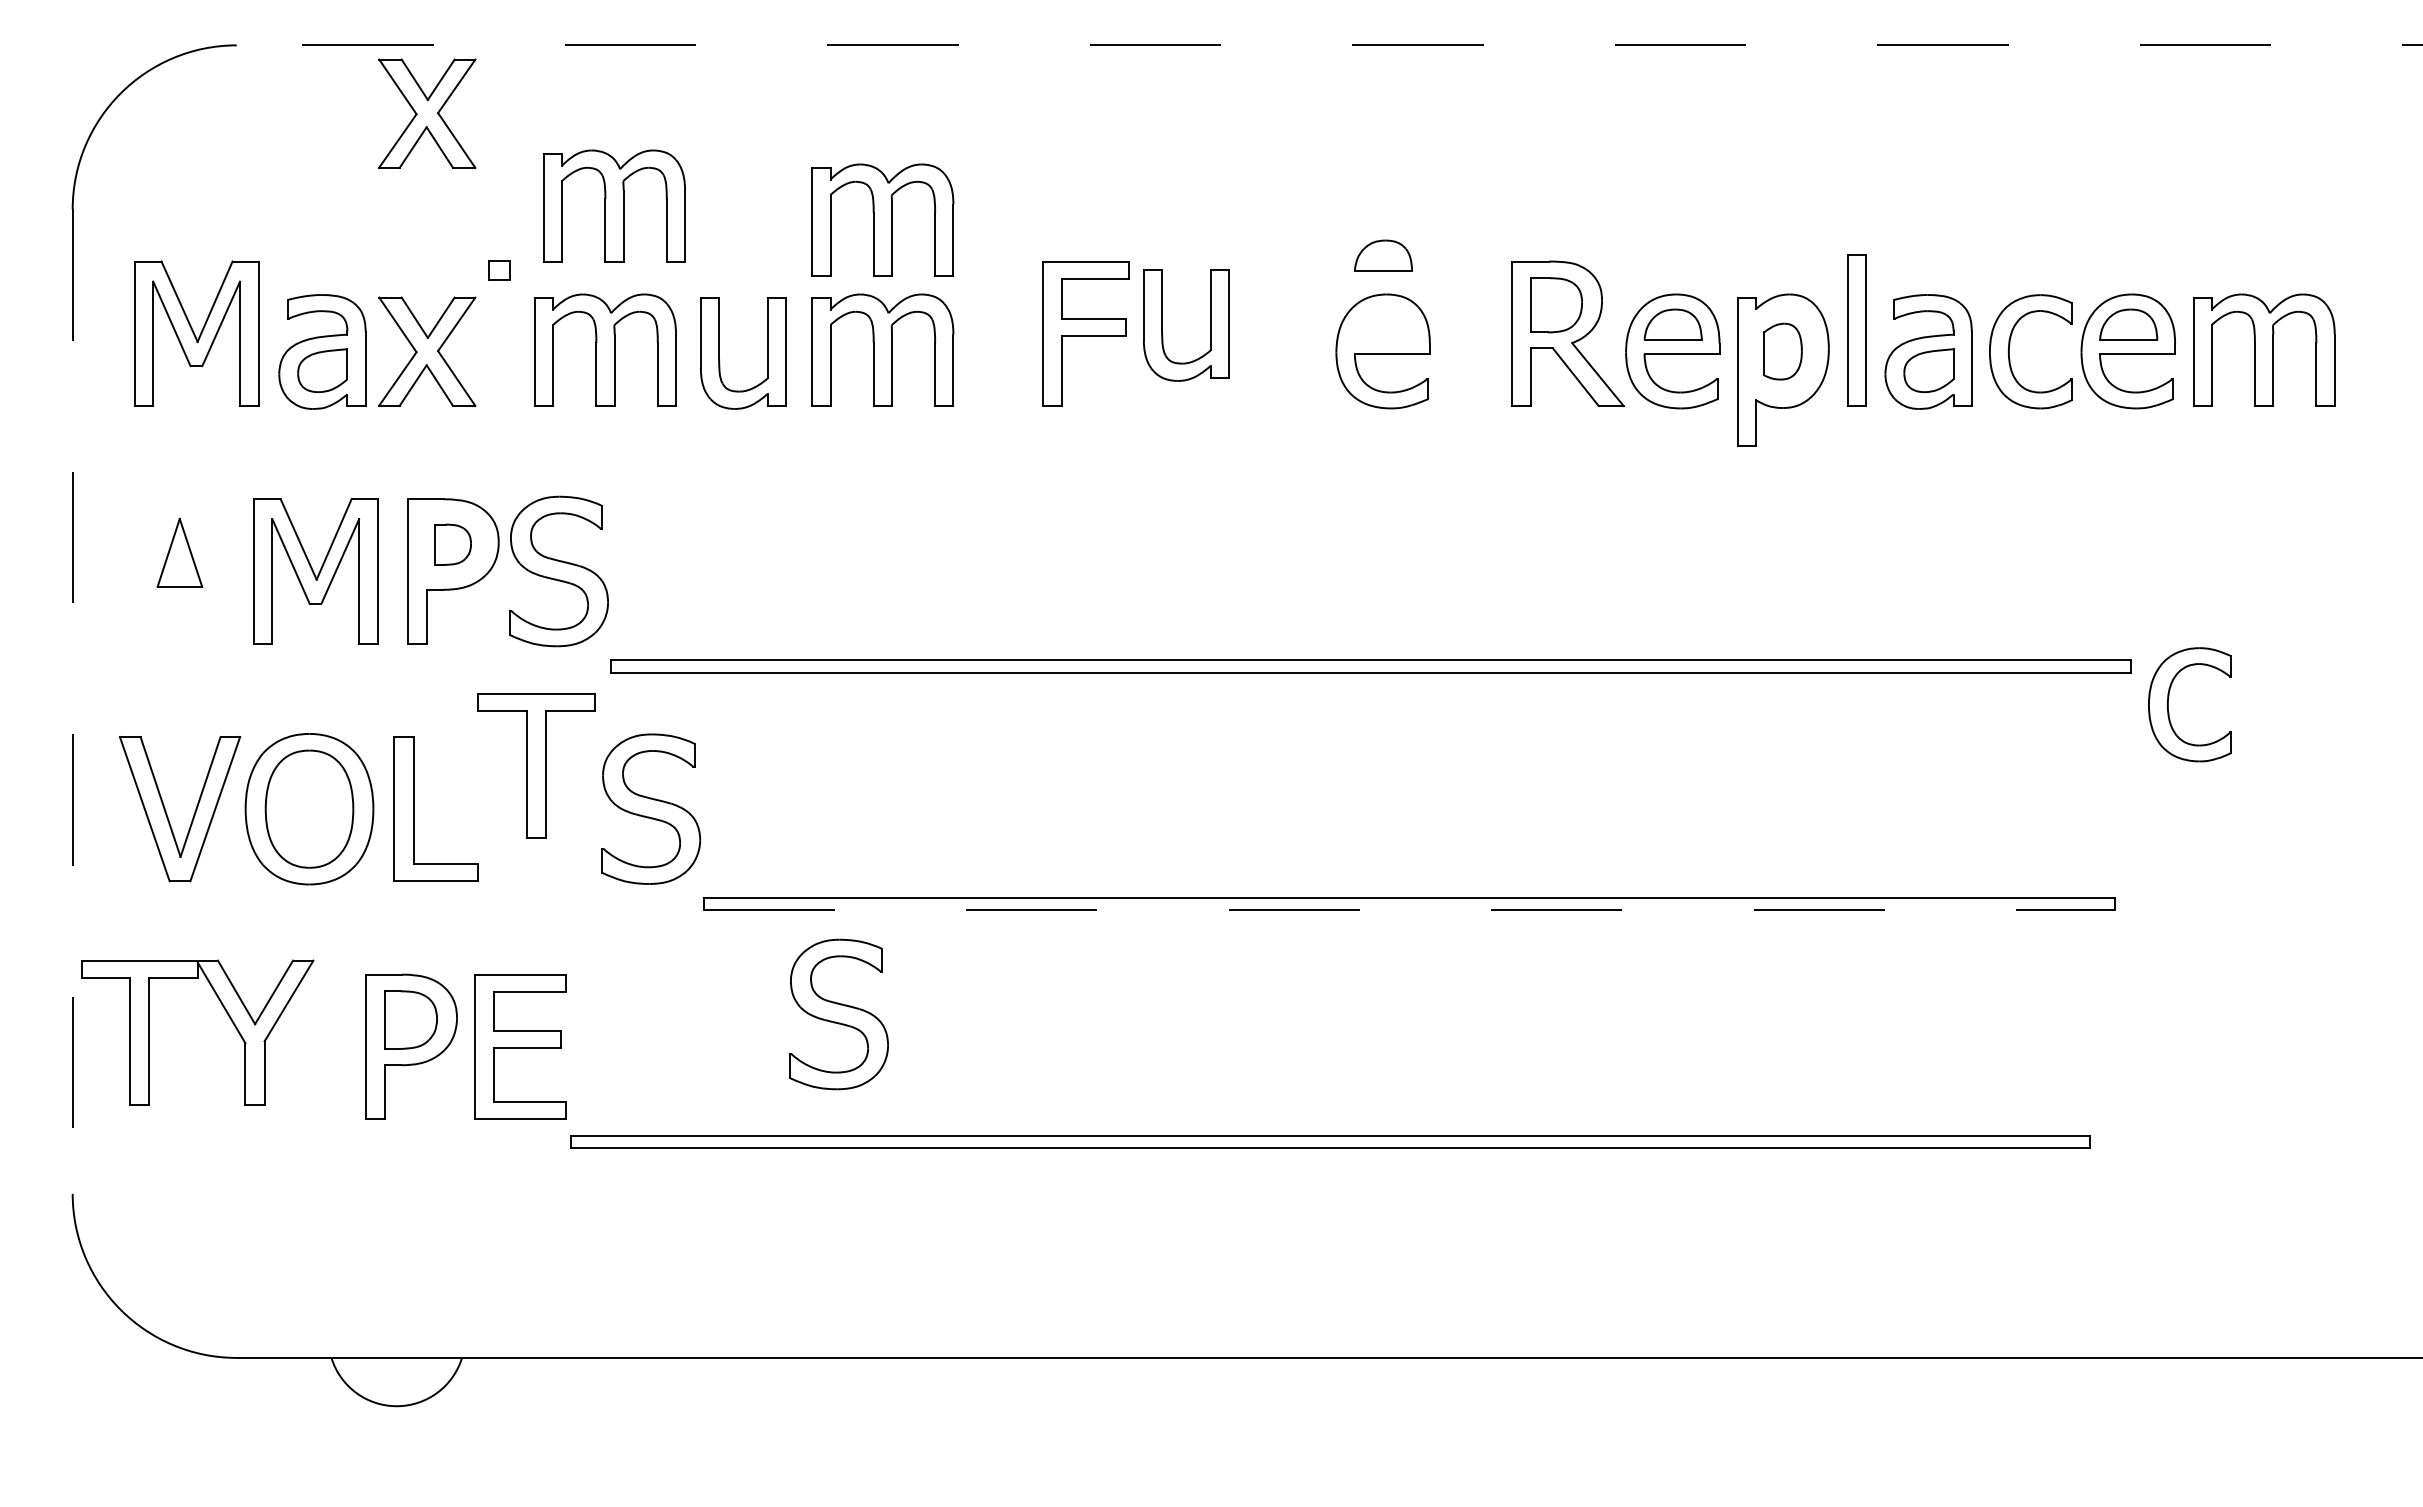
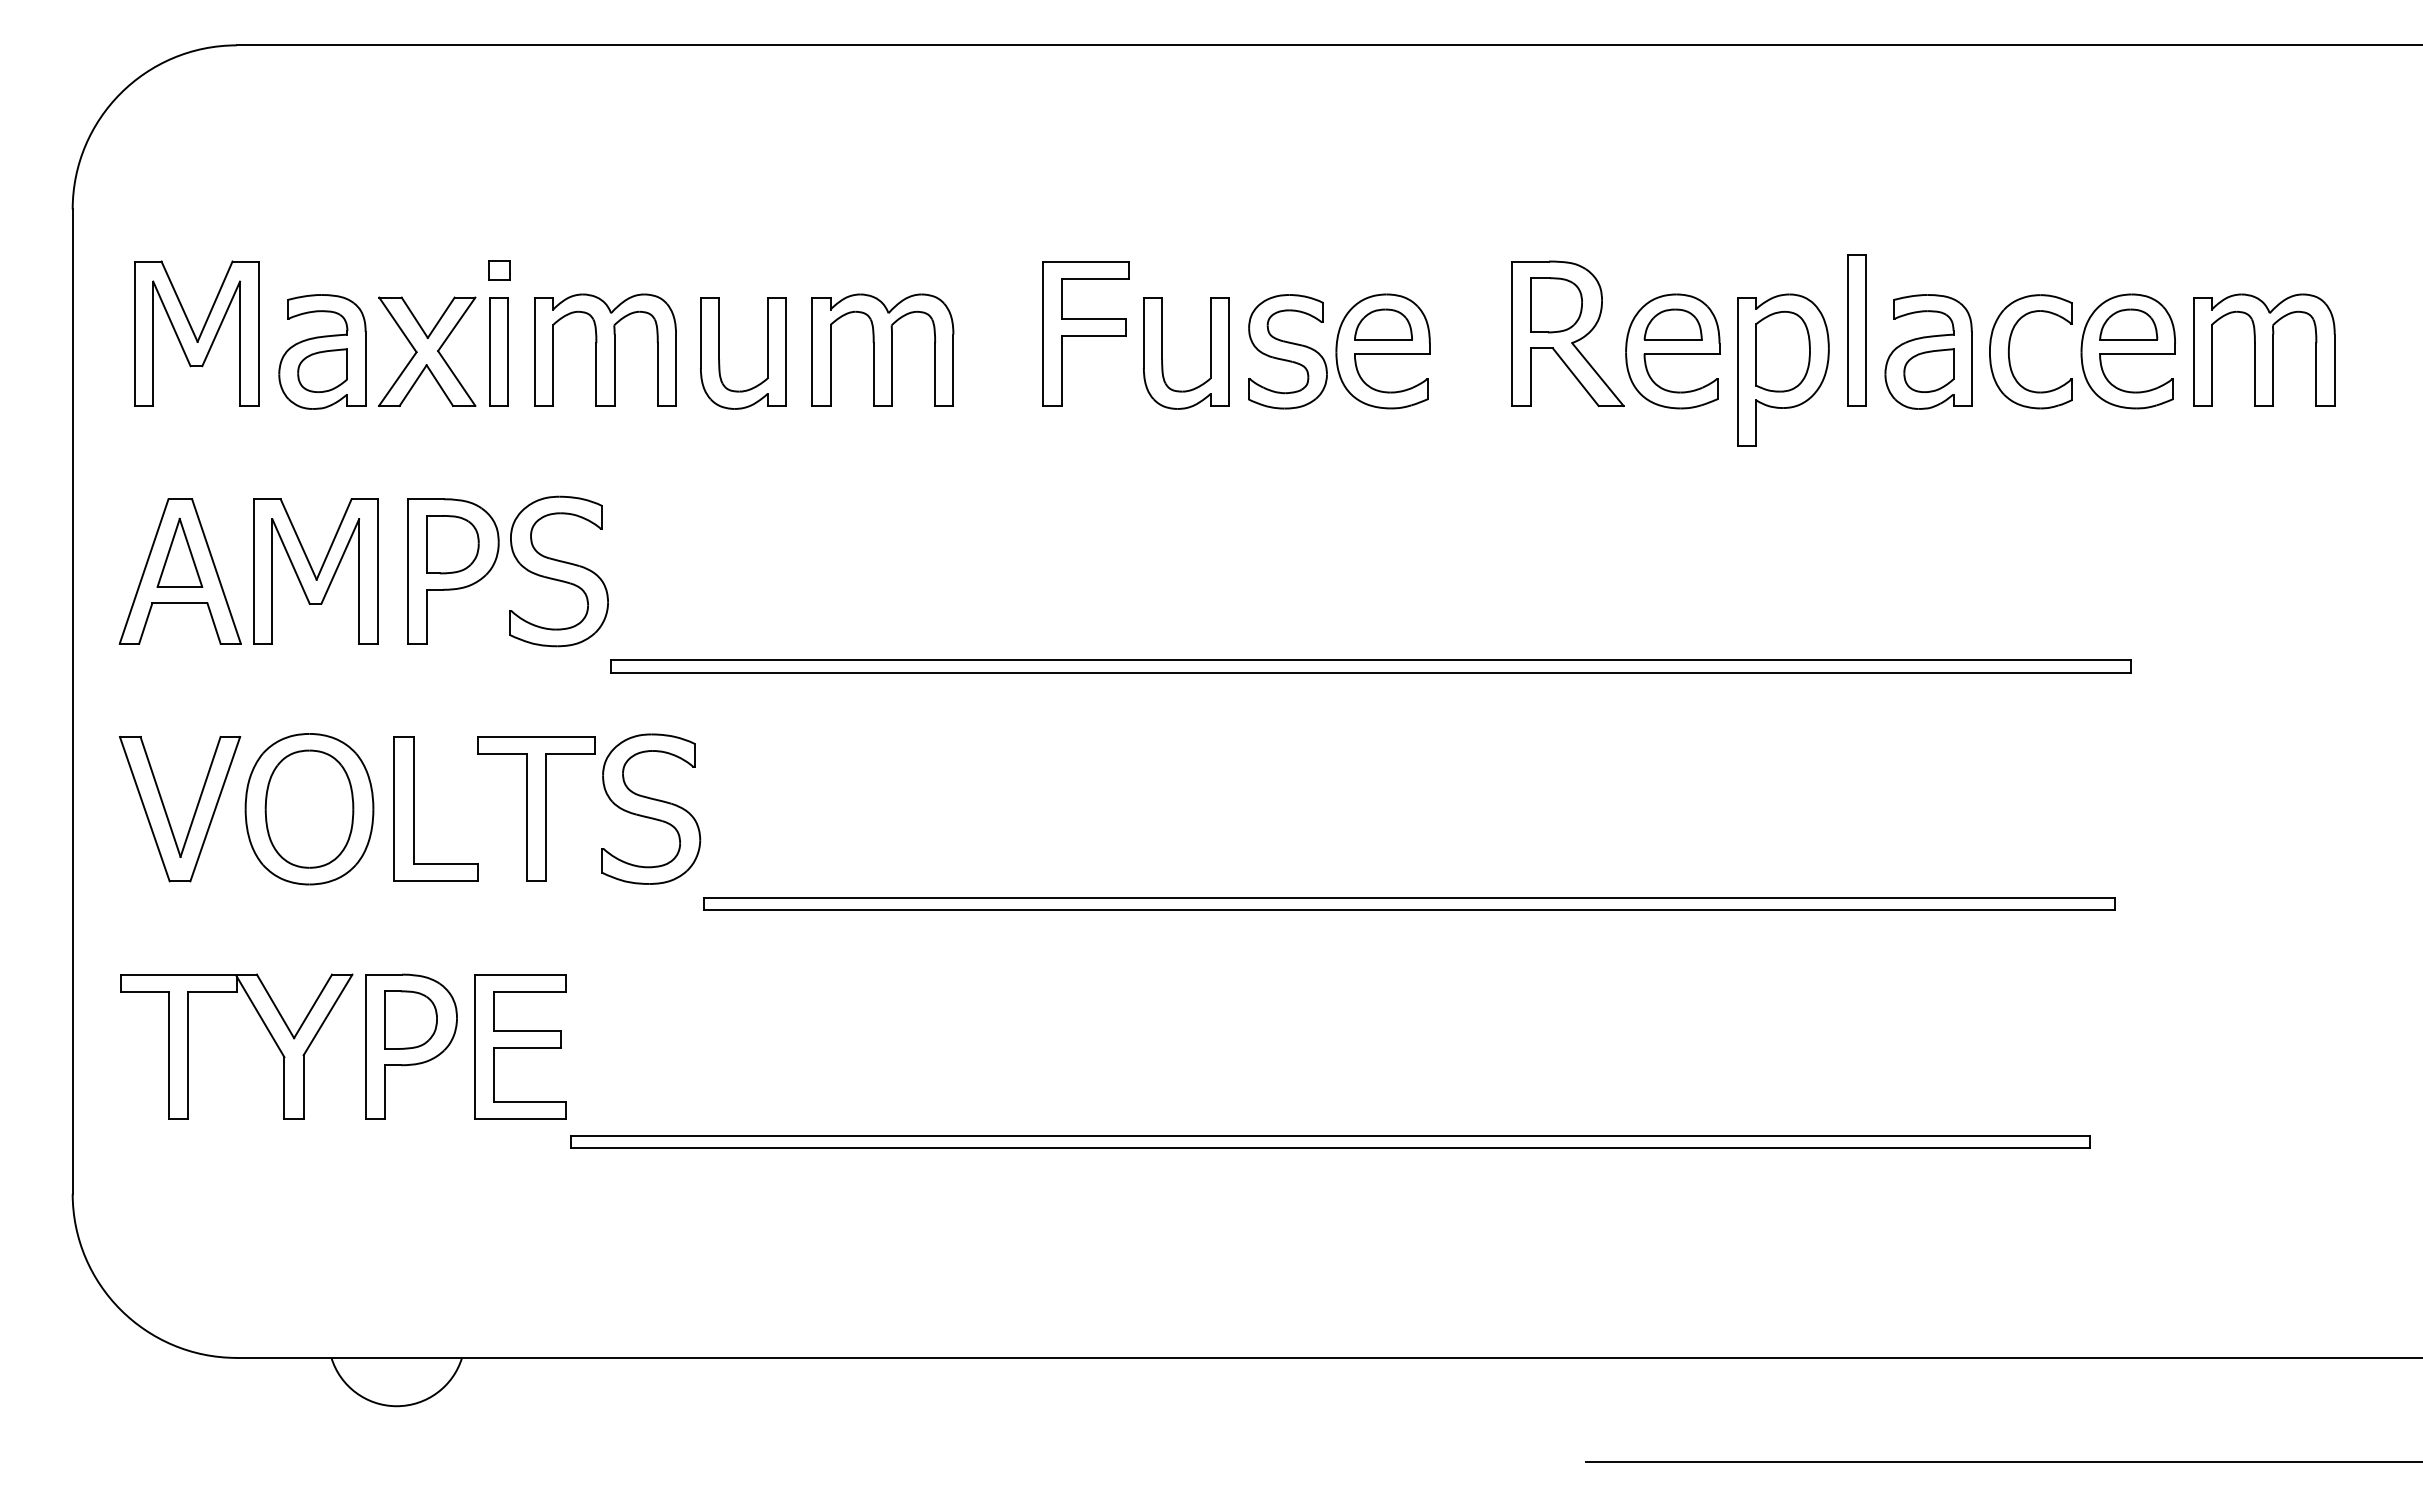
line at (1329, 45): dashed -> solid
part at (427, 113): present -> none
part at (614, 205): present -> none
part at (882, 219): present -> none
part at (1383, 255) position: (1383, 255) -> (1383, 324)
part at (1162, 325) position: (1162, 325) -> (1162, 353)
part at (498, 351): none -> present
part at (1287, 351): none -> present
part at (1782, 351) size: 40x59 px -> 56x83 px
part at (452, 544) size: 38x43 px -> 54x60 px
part at (179, 571): none -> present
line at (72, 702): dashed -> solid
part at (2168, 704): present -> none
part at (536, 765) position: (536, 765) -> (536, 808)
line at (1409, 910): dashed -> solid
part at (226, 1013) position: (226, 1013) -> (265, 1027)
part at (838, 1014): present -> none
line at (2002, 1461): none -> present
